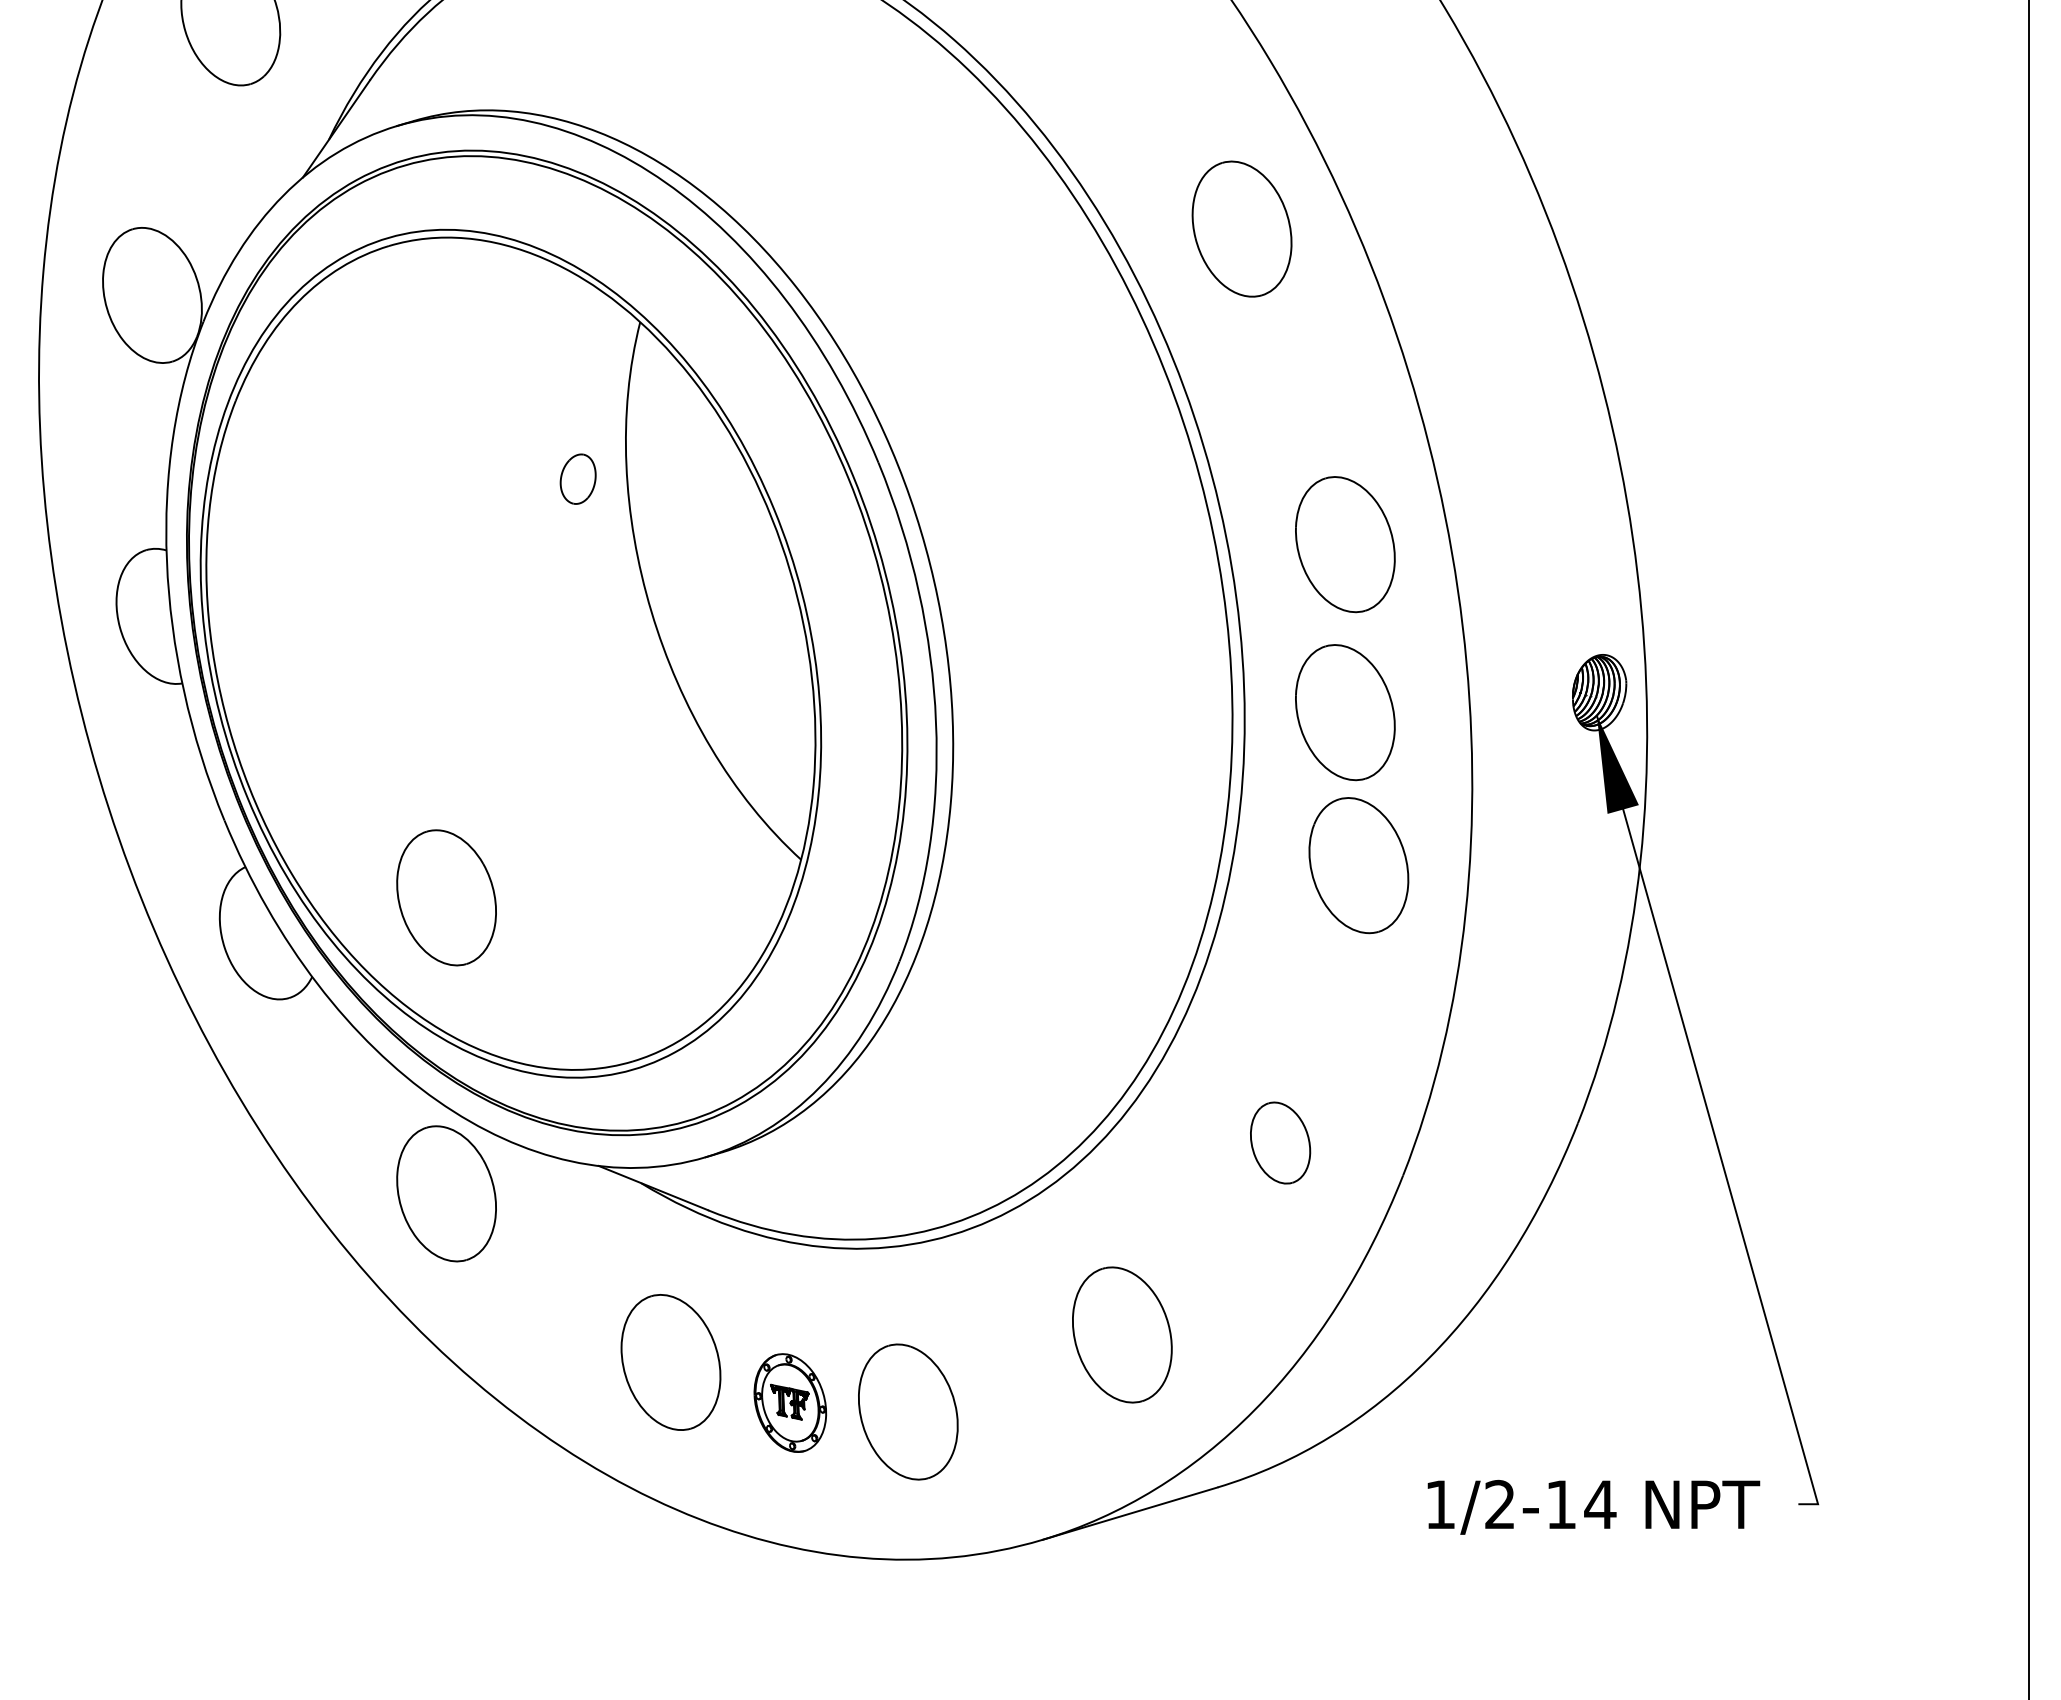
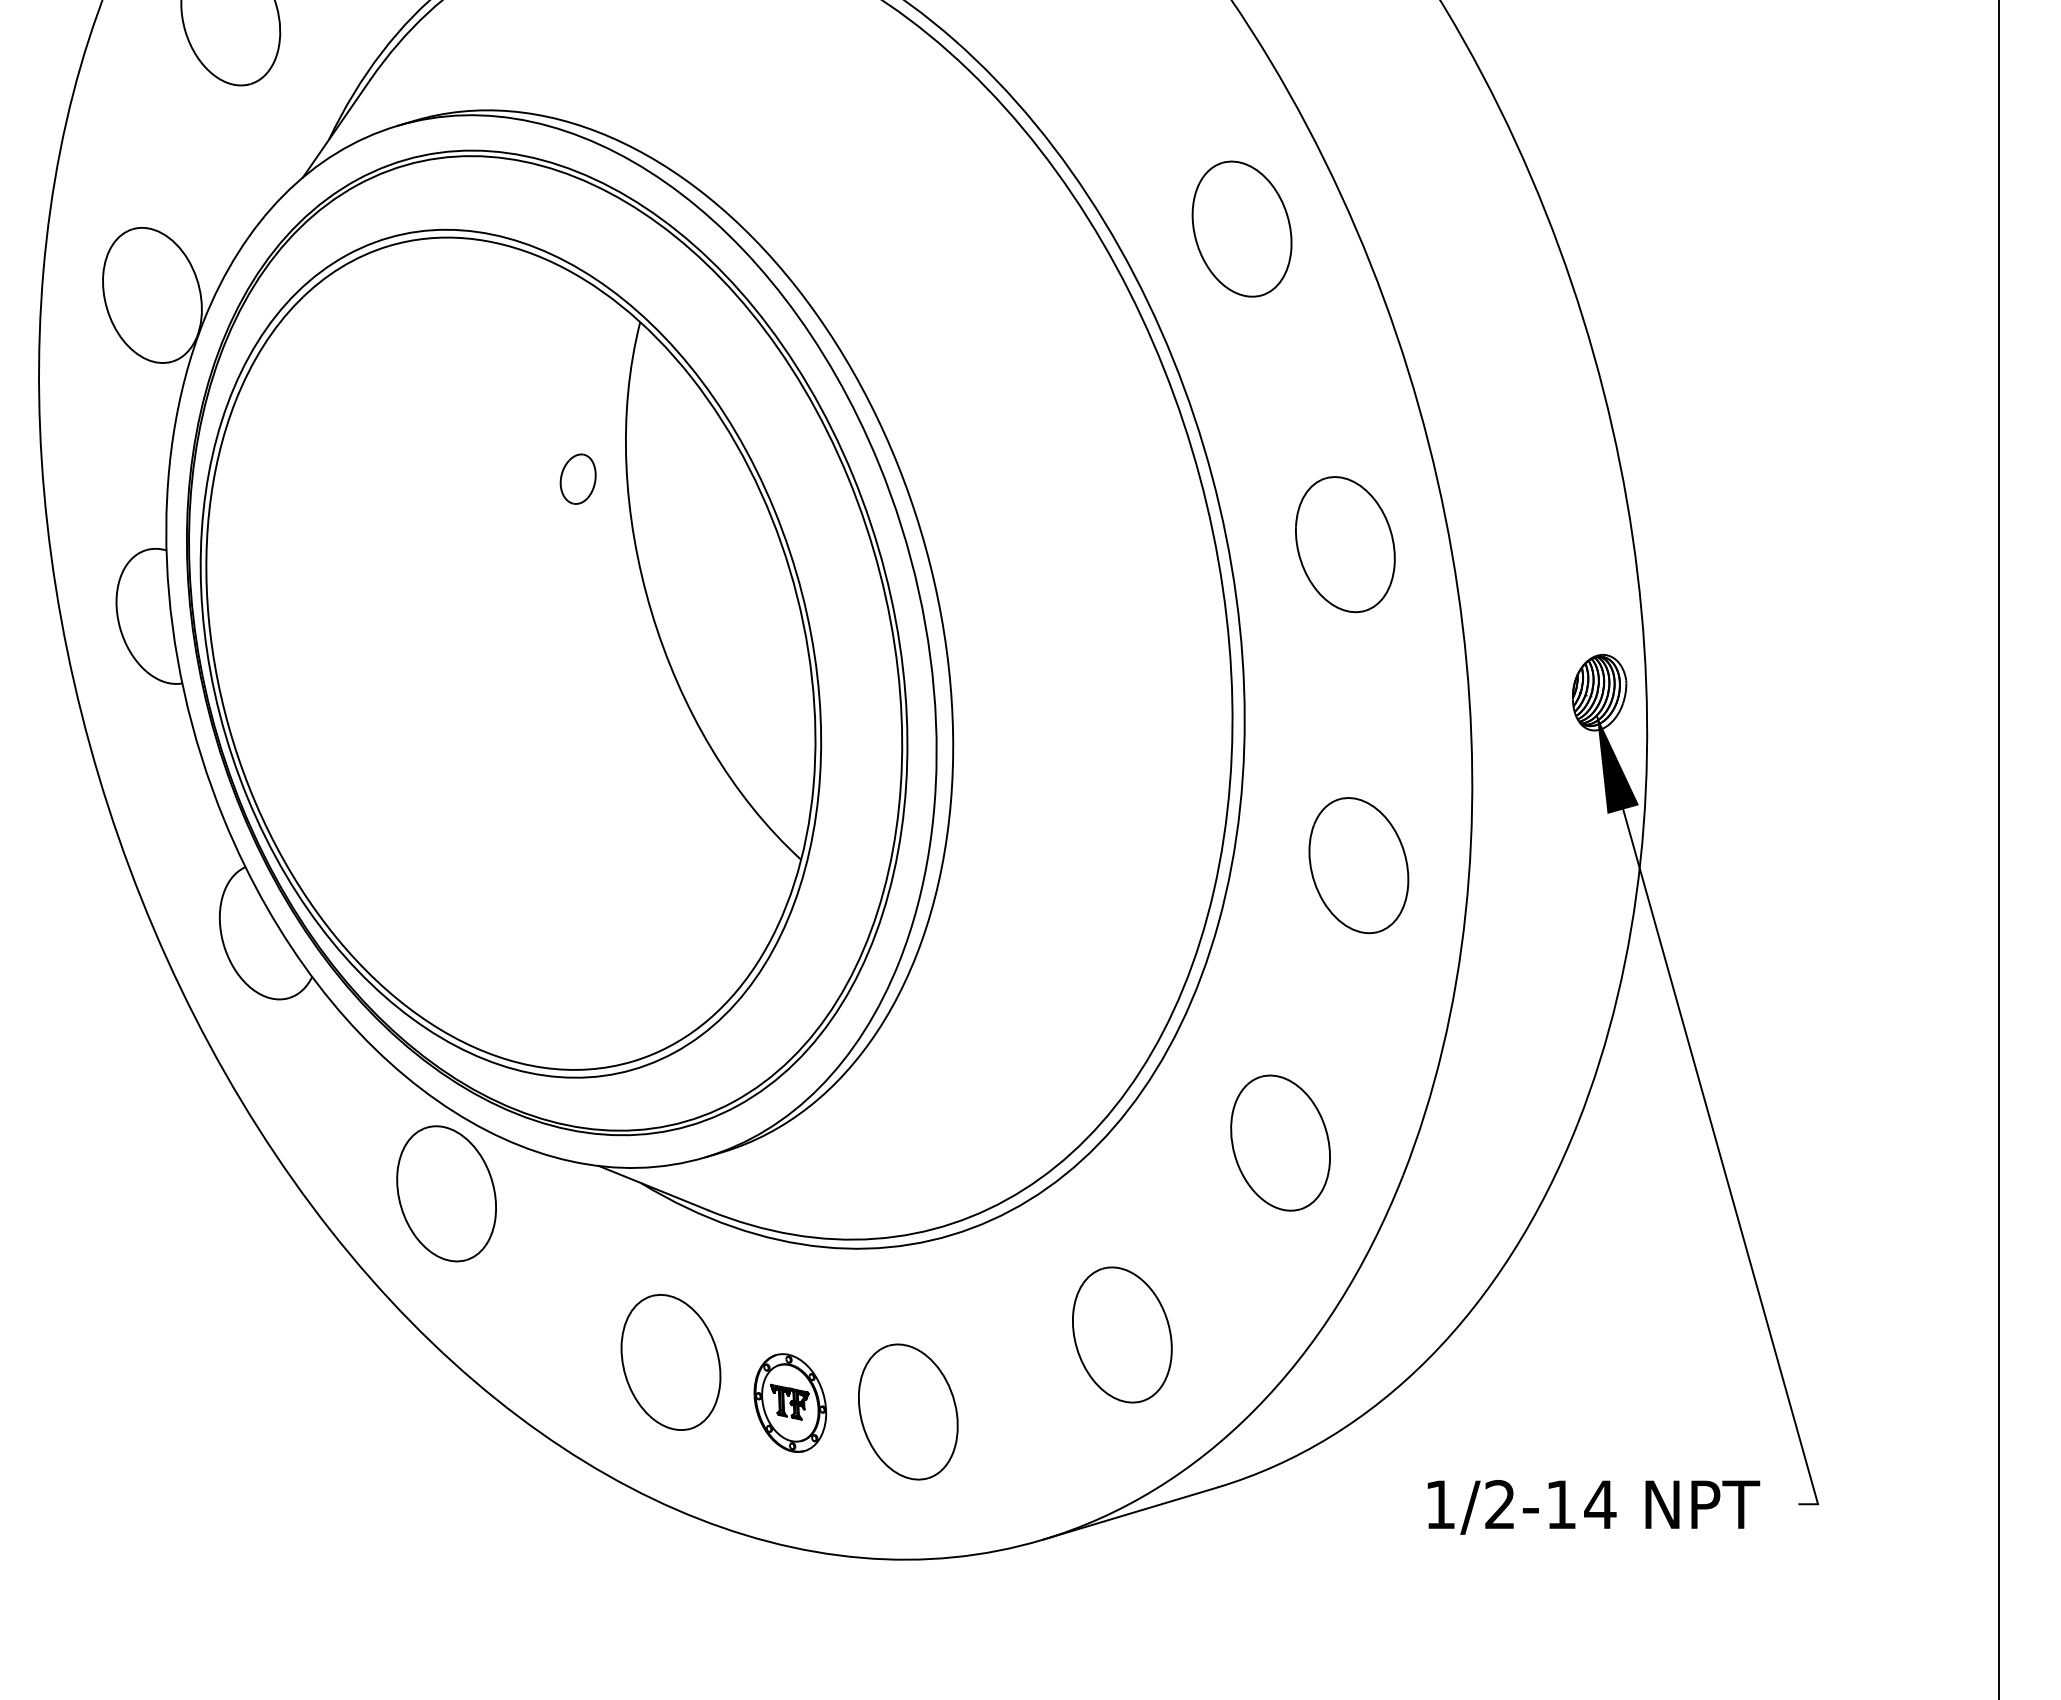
part at (1345, 712): present -> none
line at (2029, 849) position: (2029, 849) -> (1999, 849)
part at (446, 897): present -> none
part at (1280, 1142) size: 62x84 px -> 101x138 px
